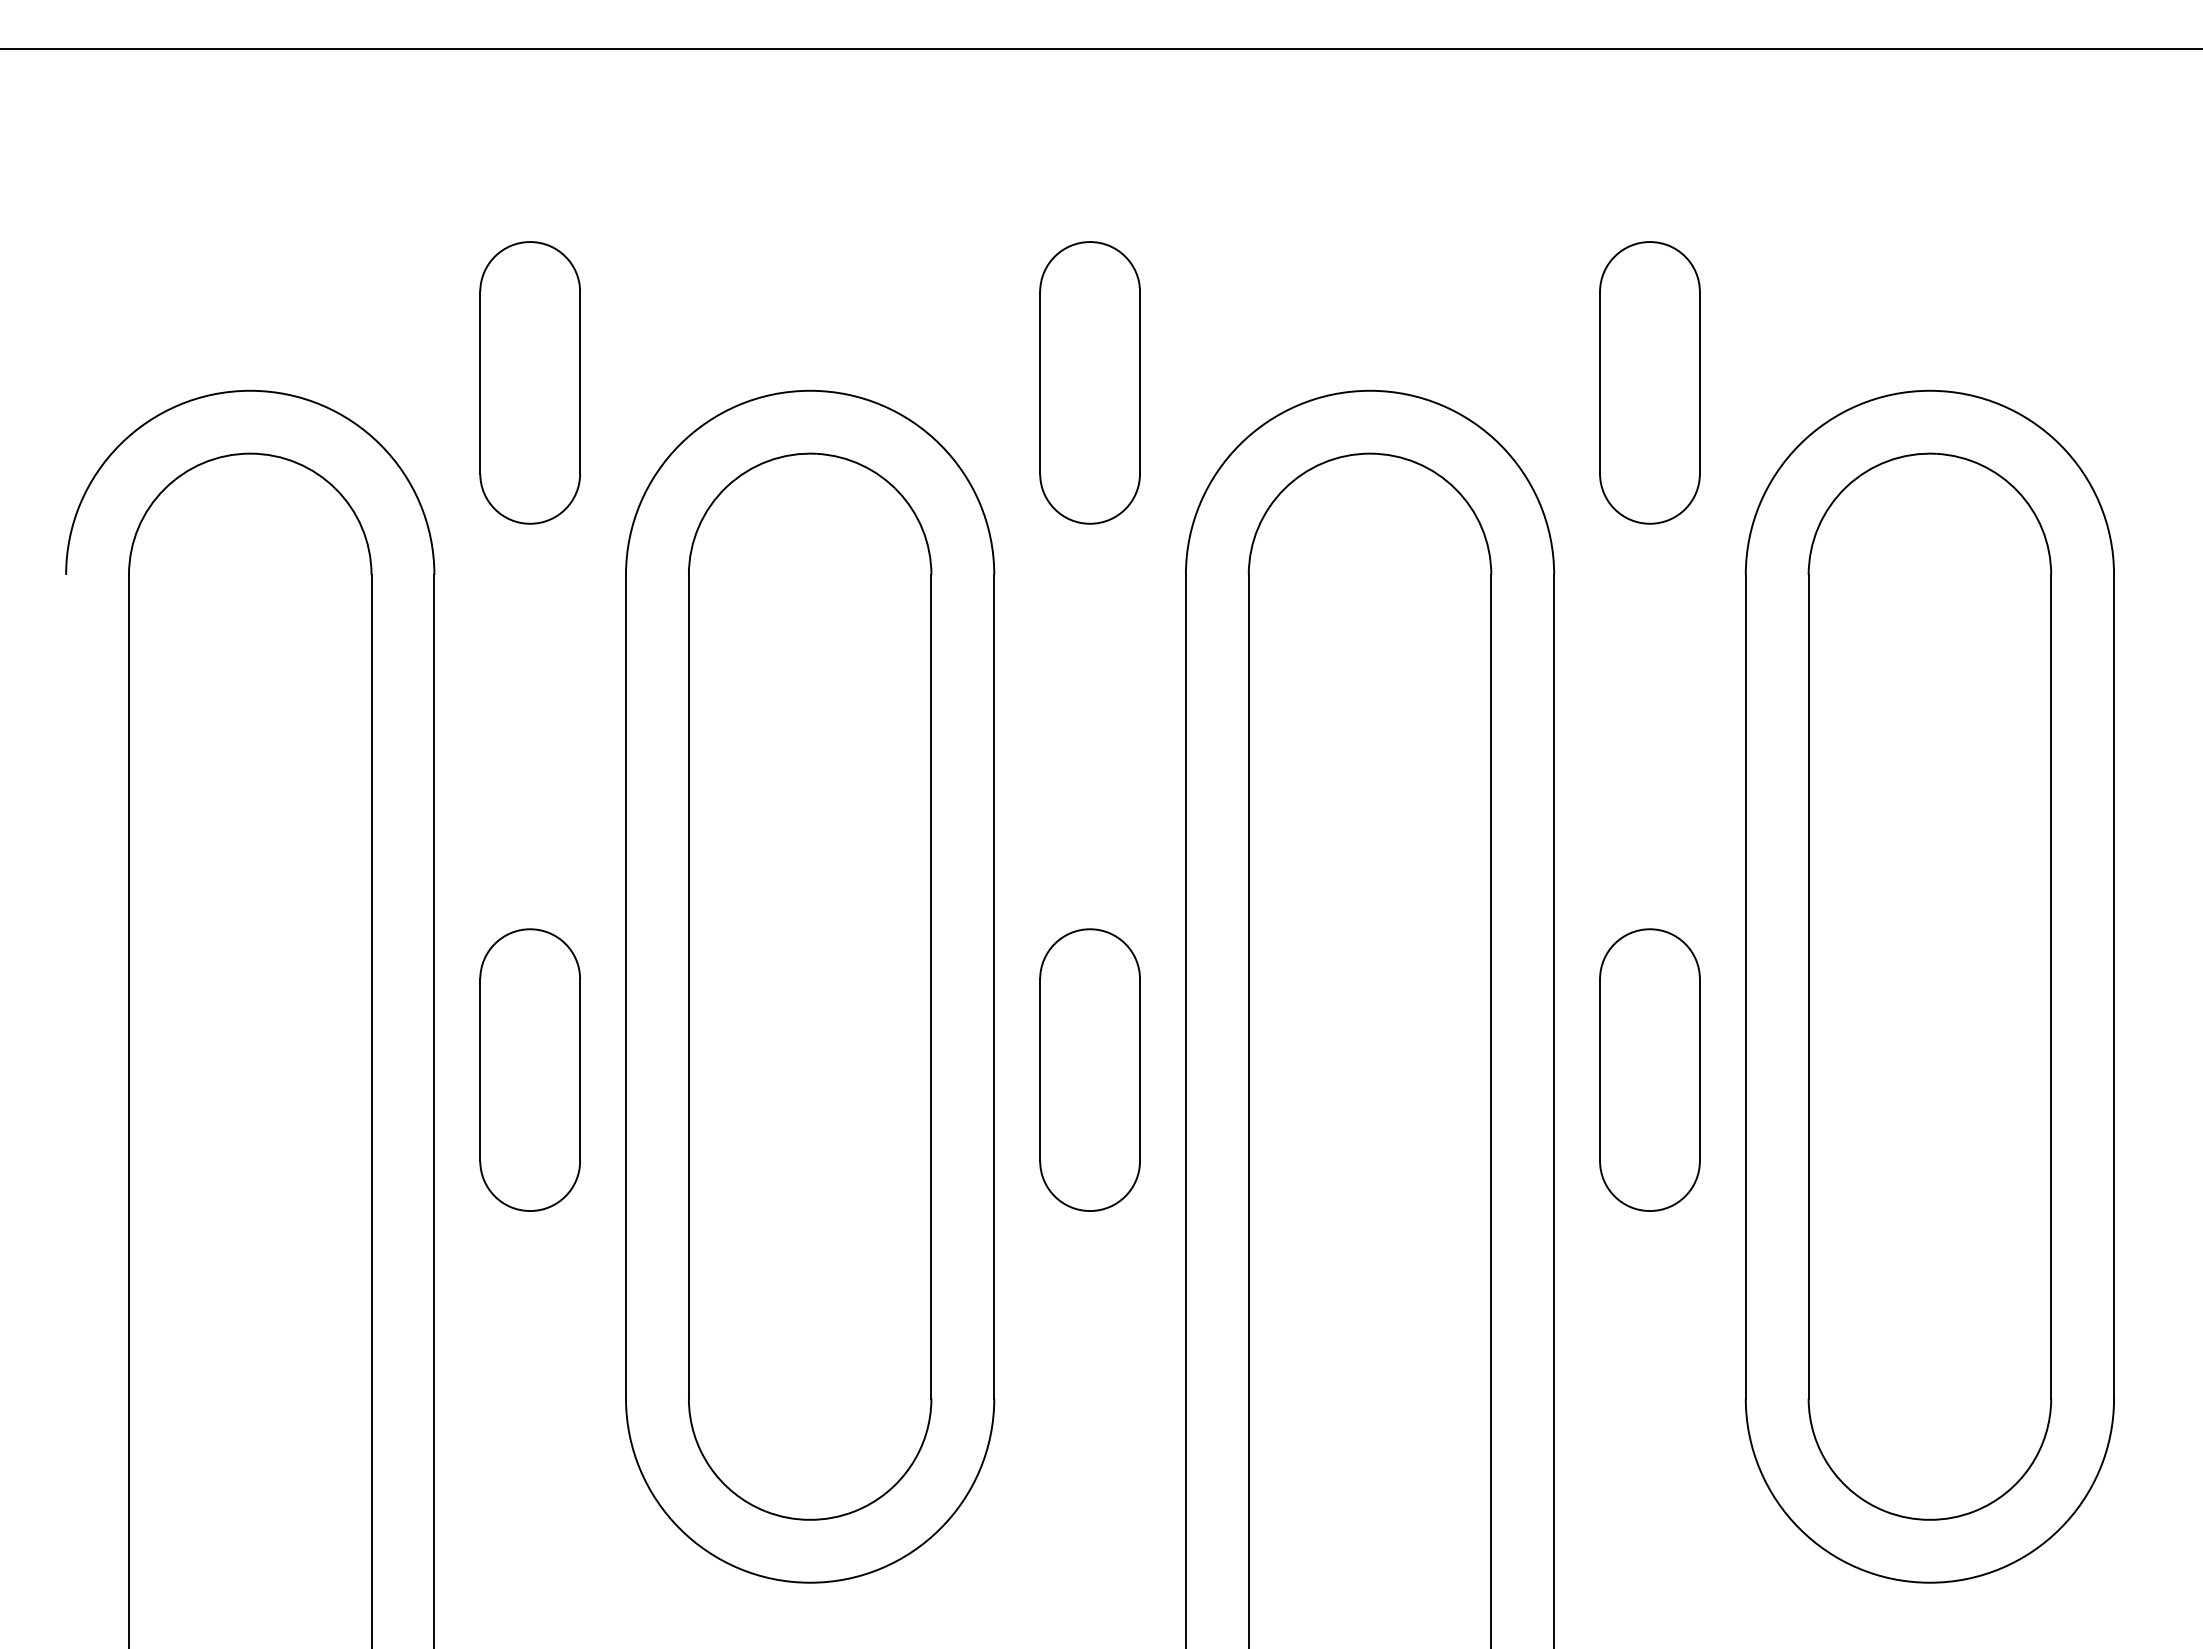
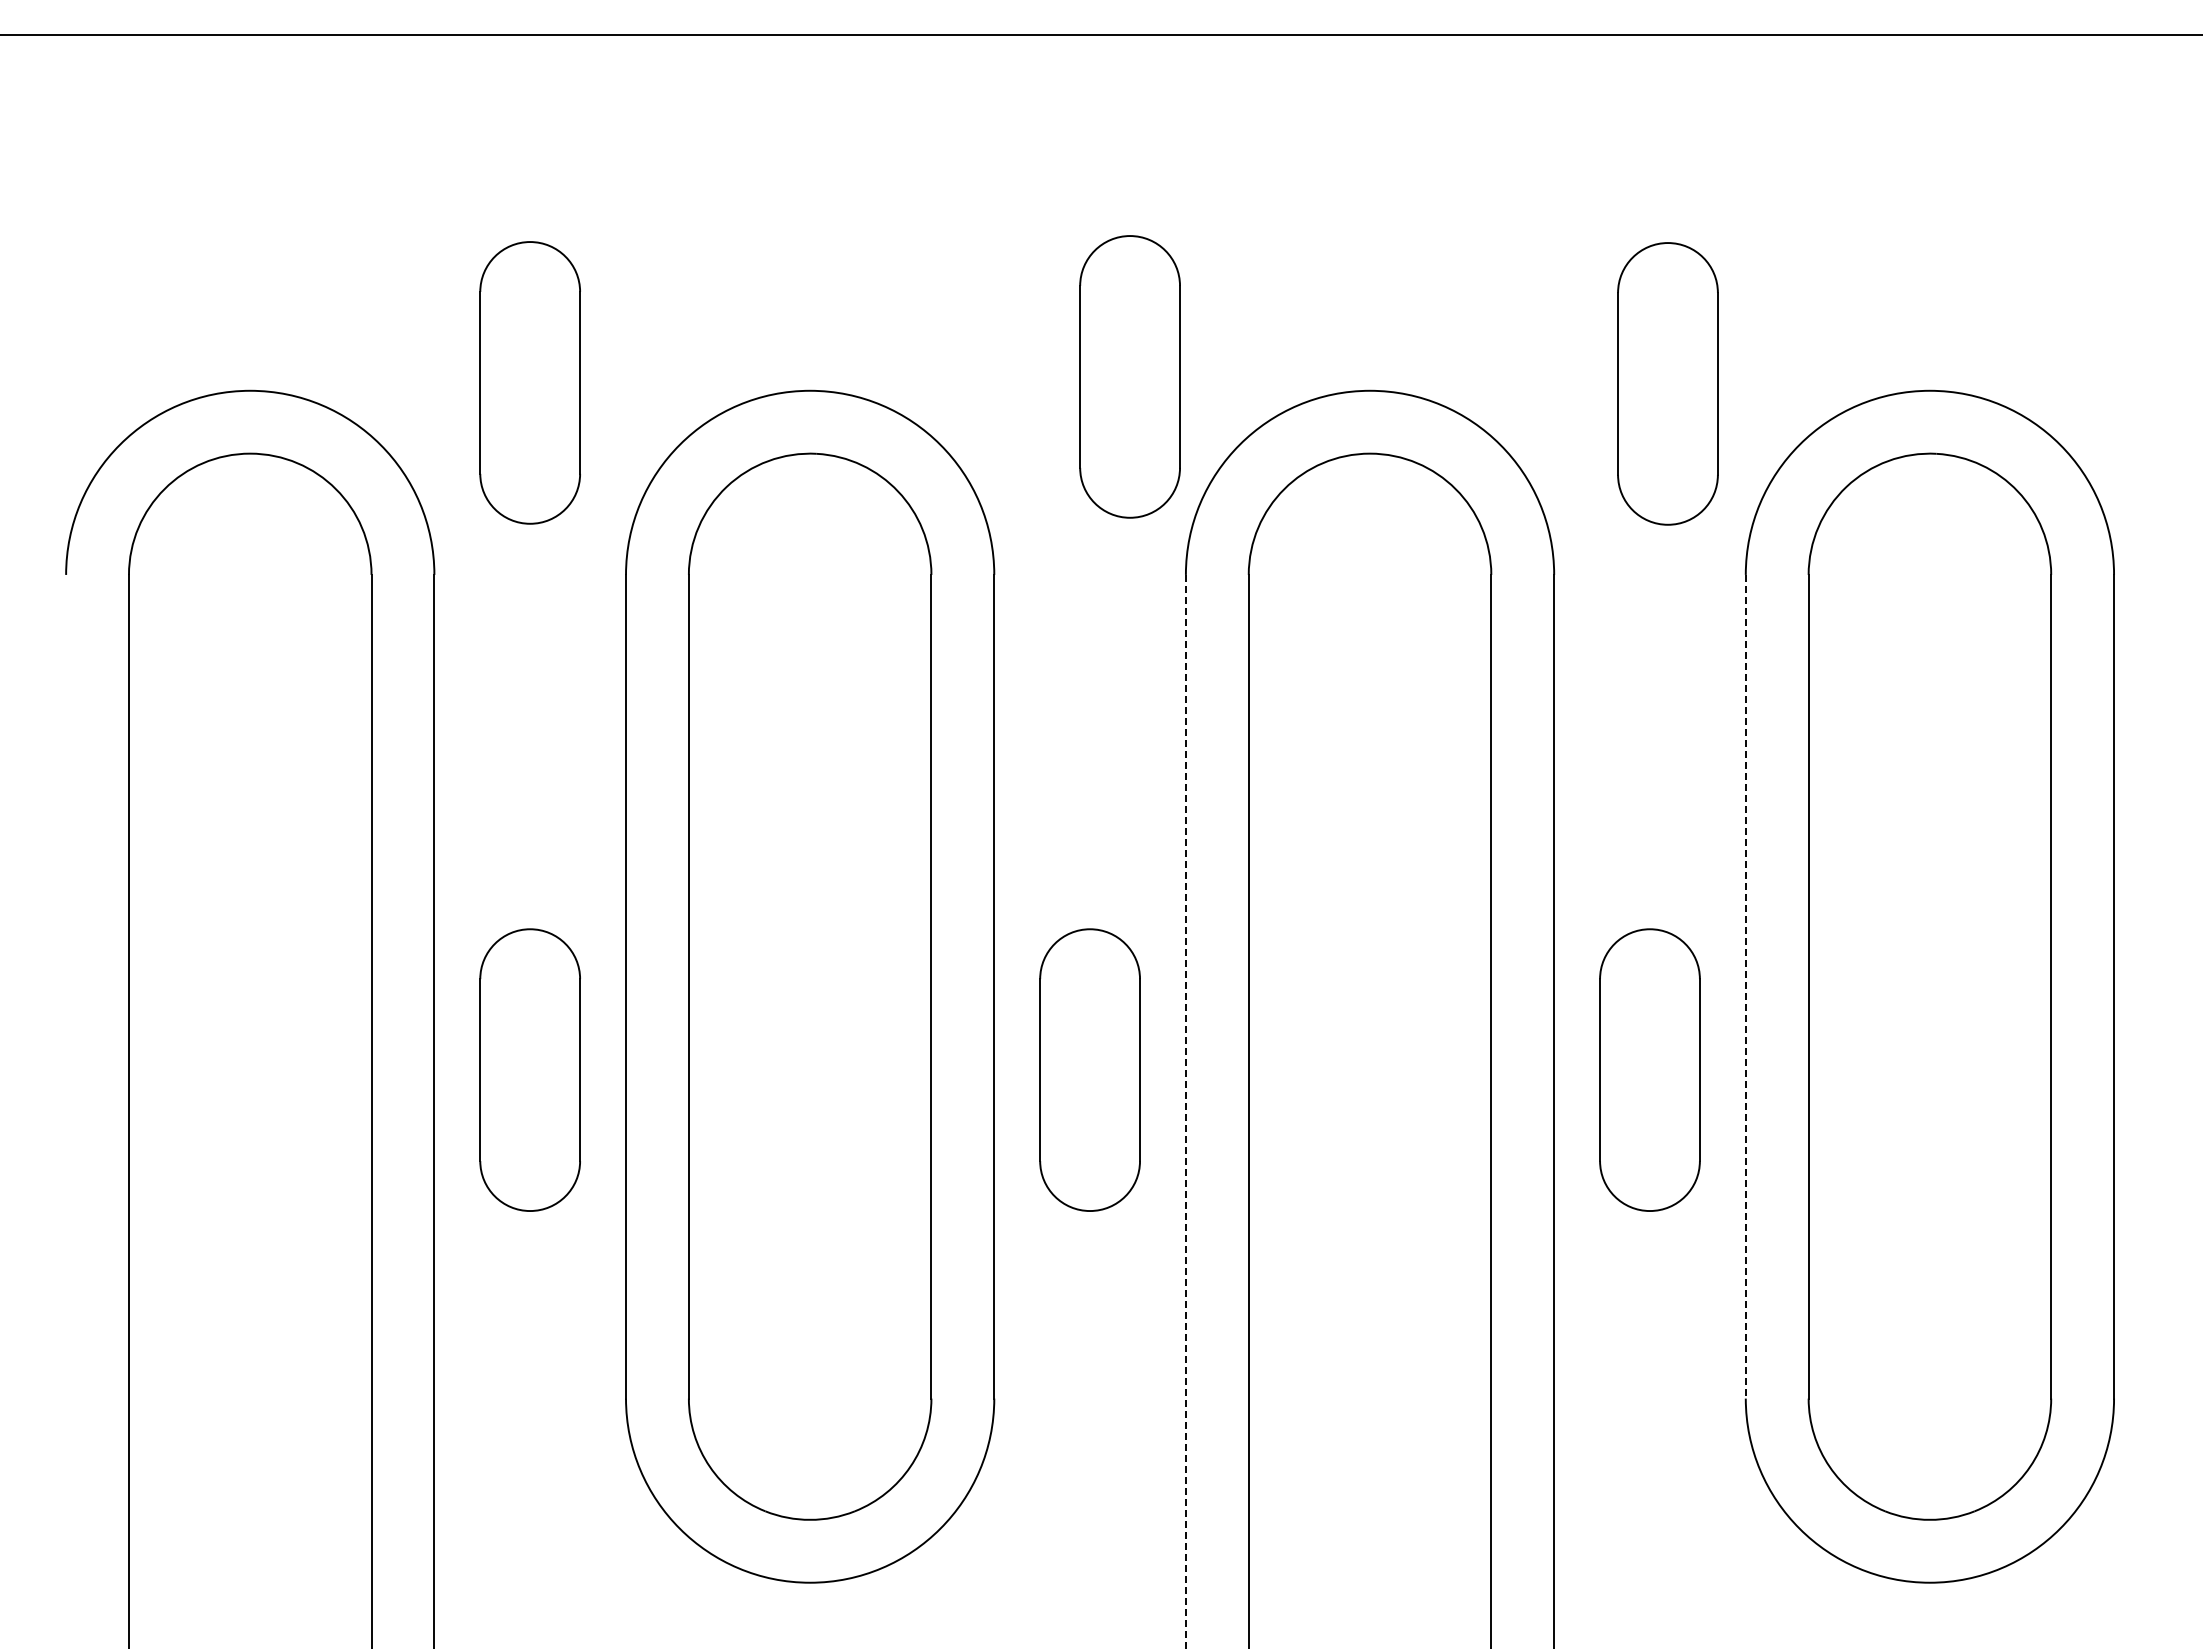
line at (1100, 49) position: (1100, 49) -> (1100, 35)
part at (1089, 382) position: (1089, 382) -> (1129, 376)
part at (1649, 382) position: (1649, 382) -> (1667, 383)
line at (1745, 986): solid -> dashed
line at (1185, 1111): solid -> dashed
